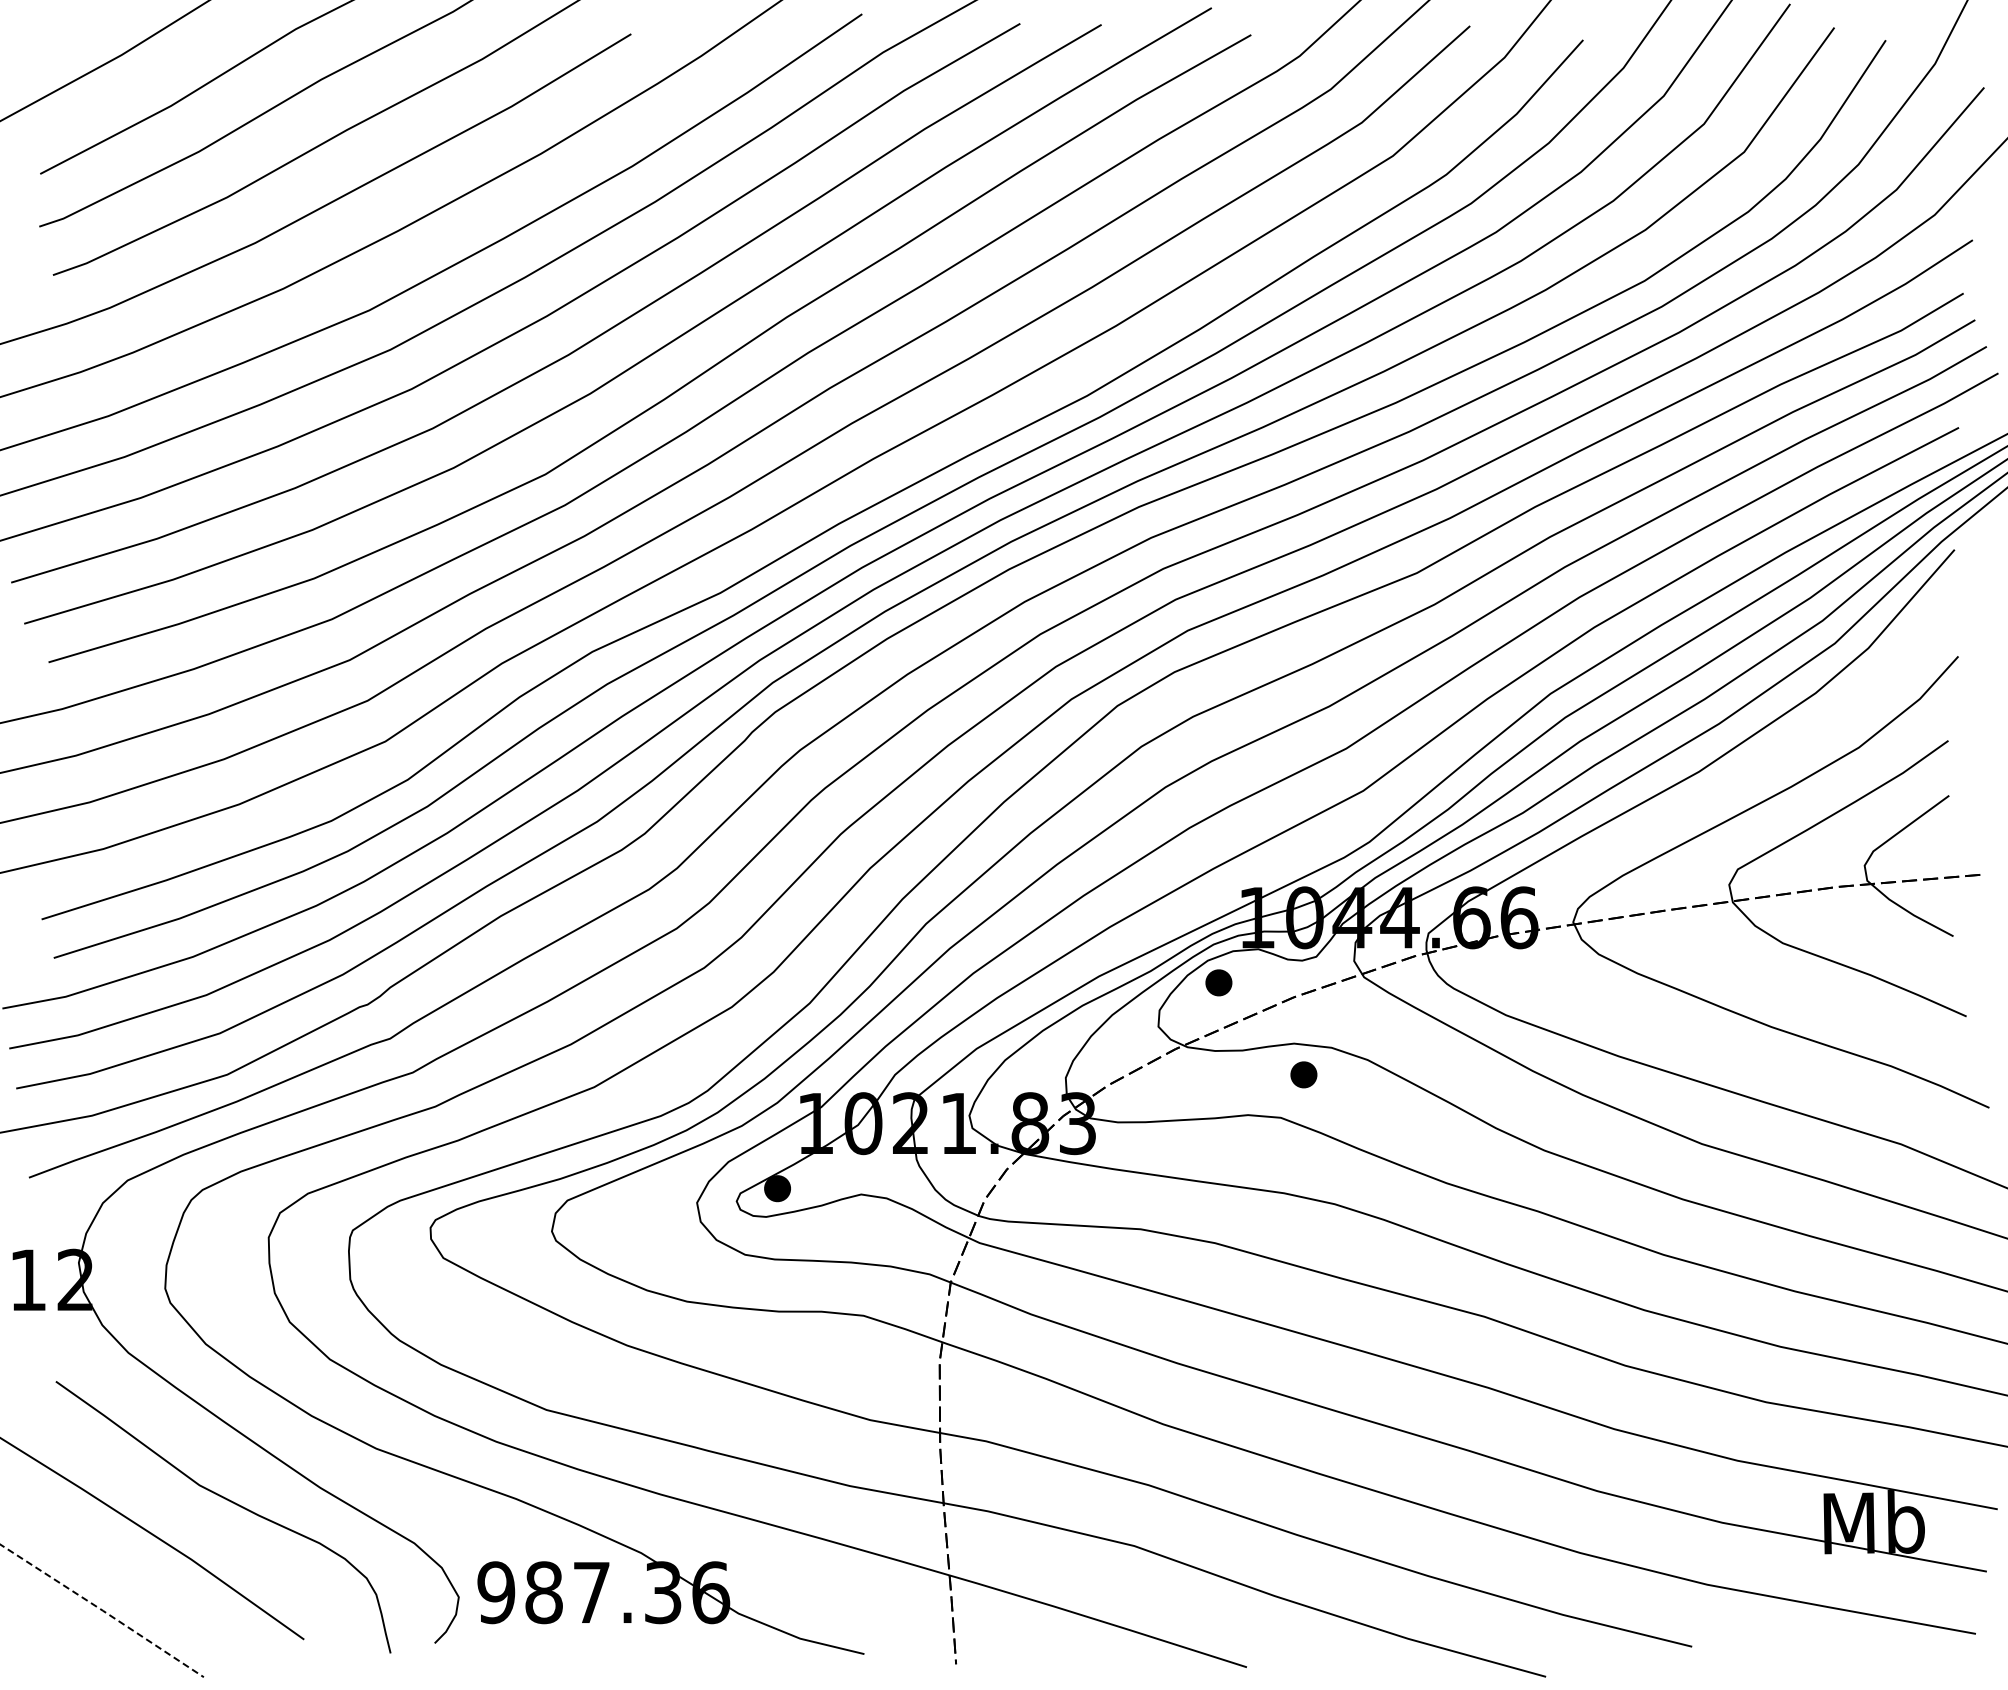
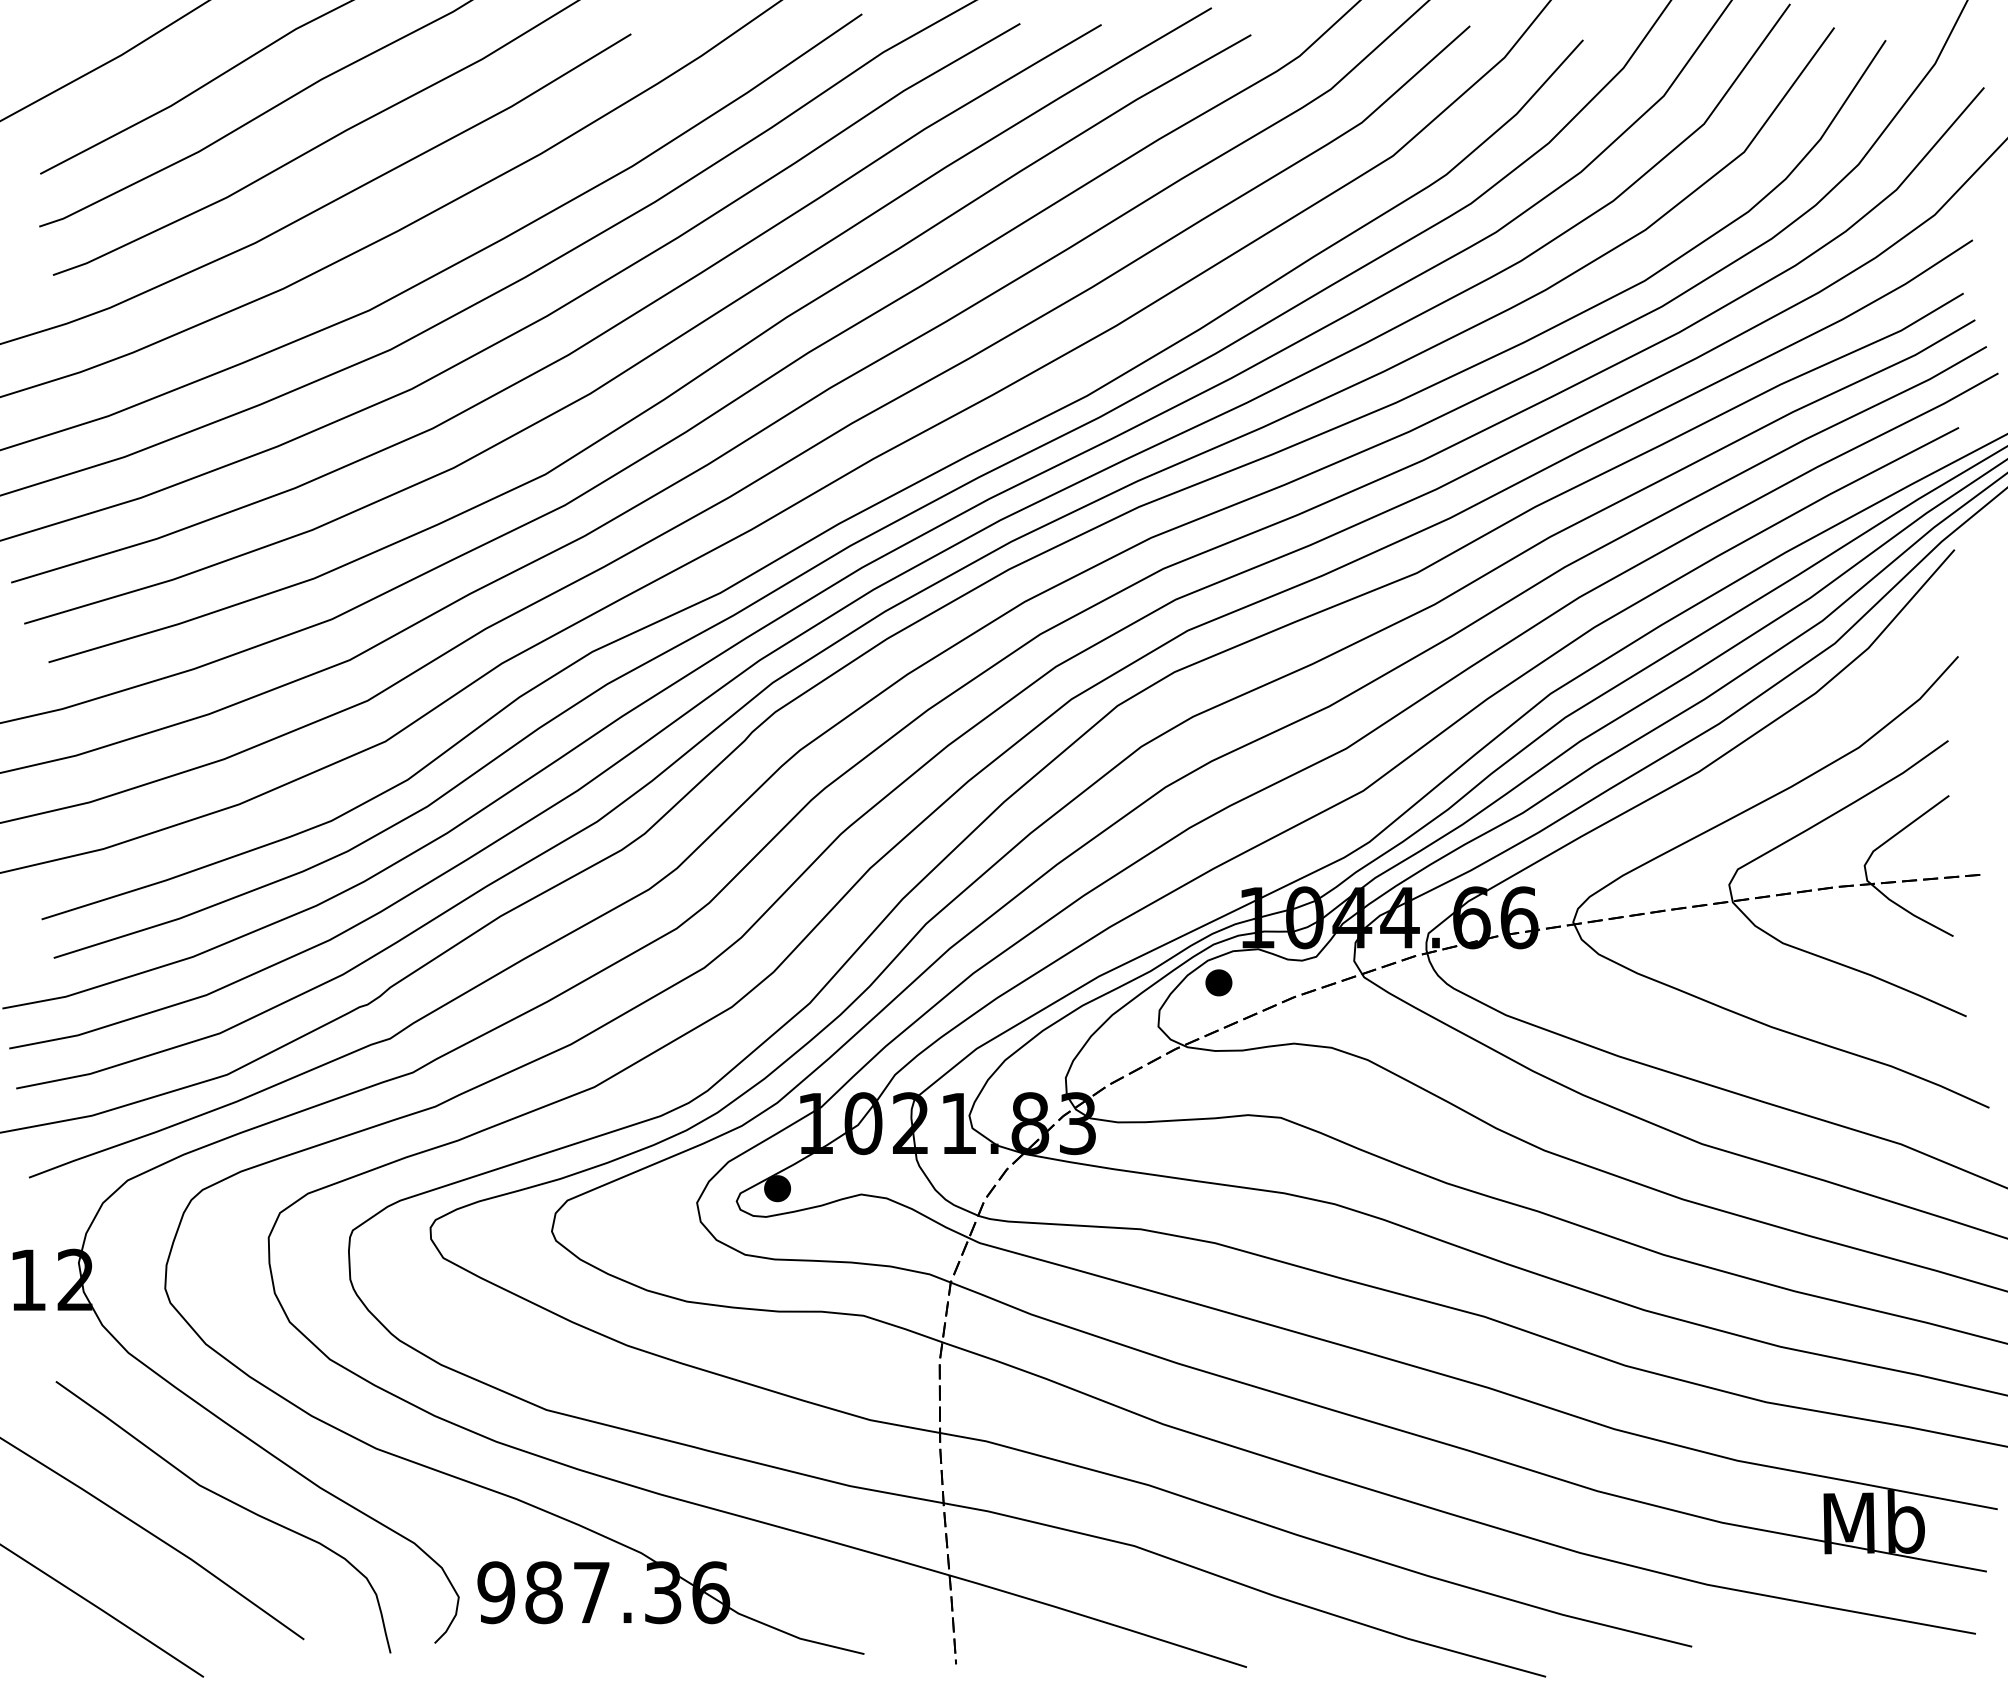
part at (1303, 1074): present -> none
line at (102, 1610): dashed -> solid
